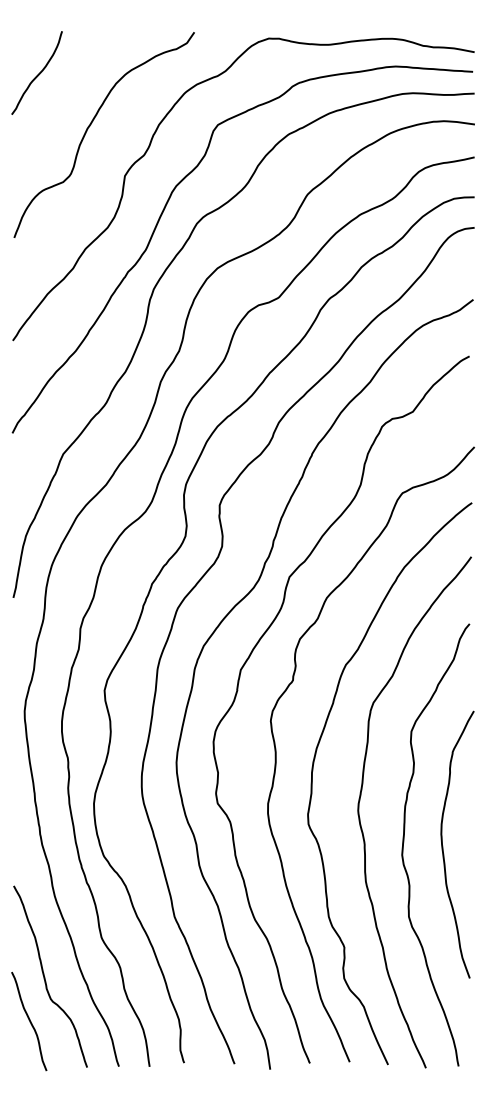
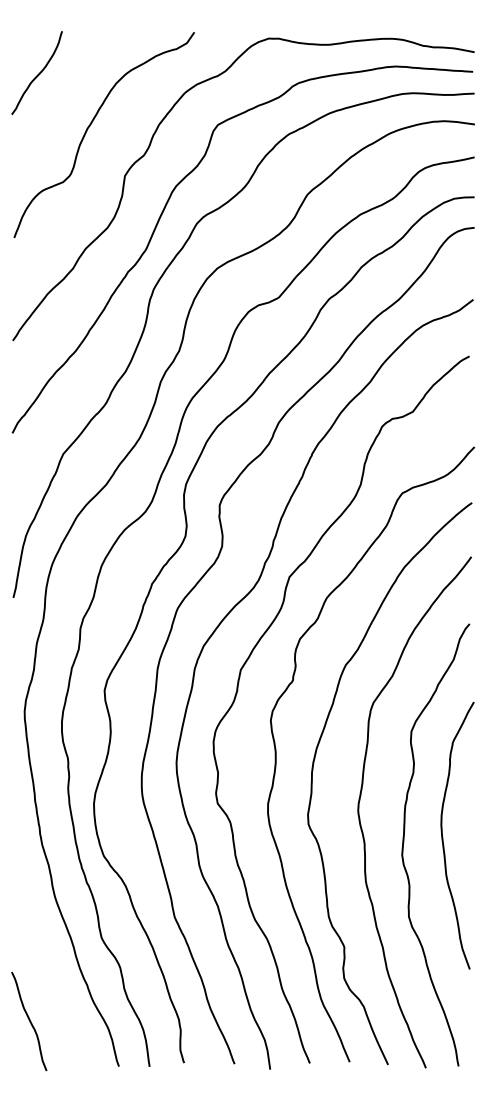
curve at (443, 846) position: (443, 846) -> (443, 837)
curve at (45, 977): present -> none
